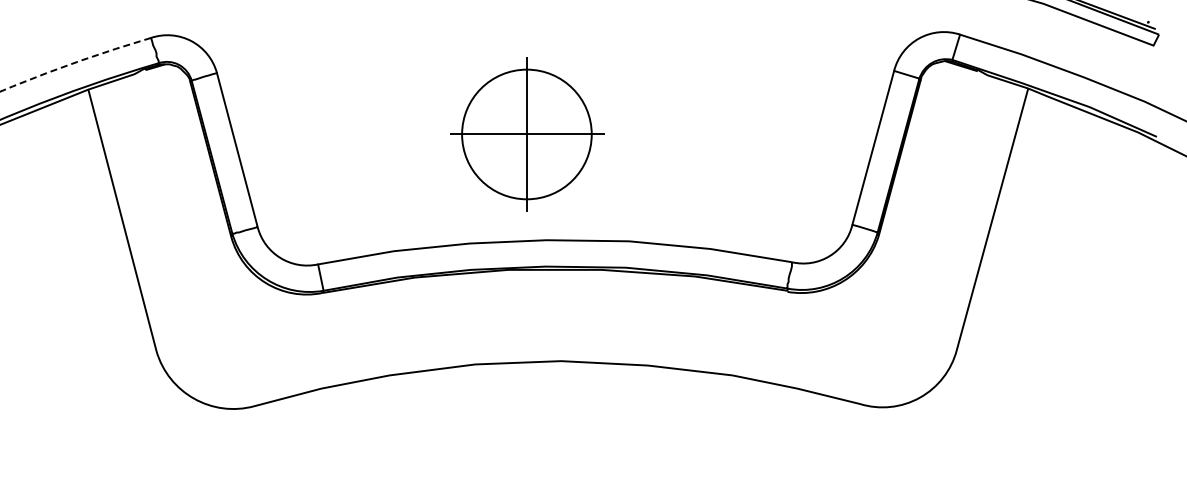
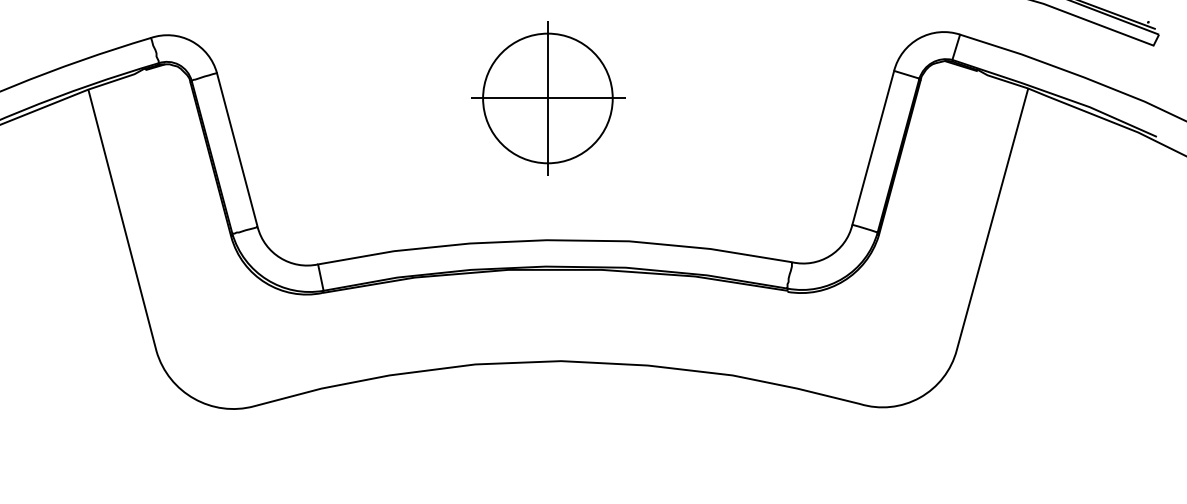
arc at (74, 62): dashed -> solid
part at (527, 134) position: (527, 134) -> (548, 98)
